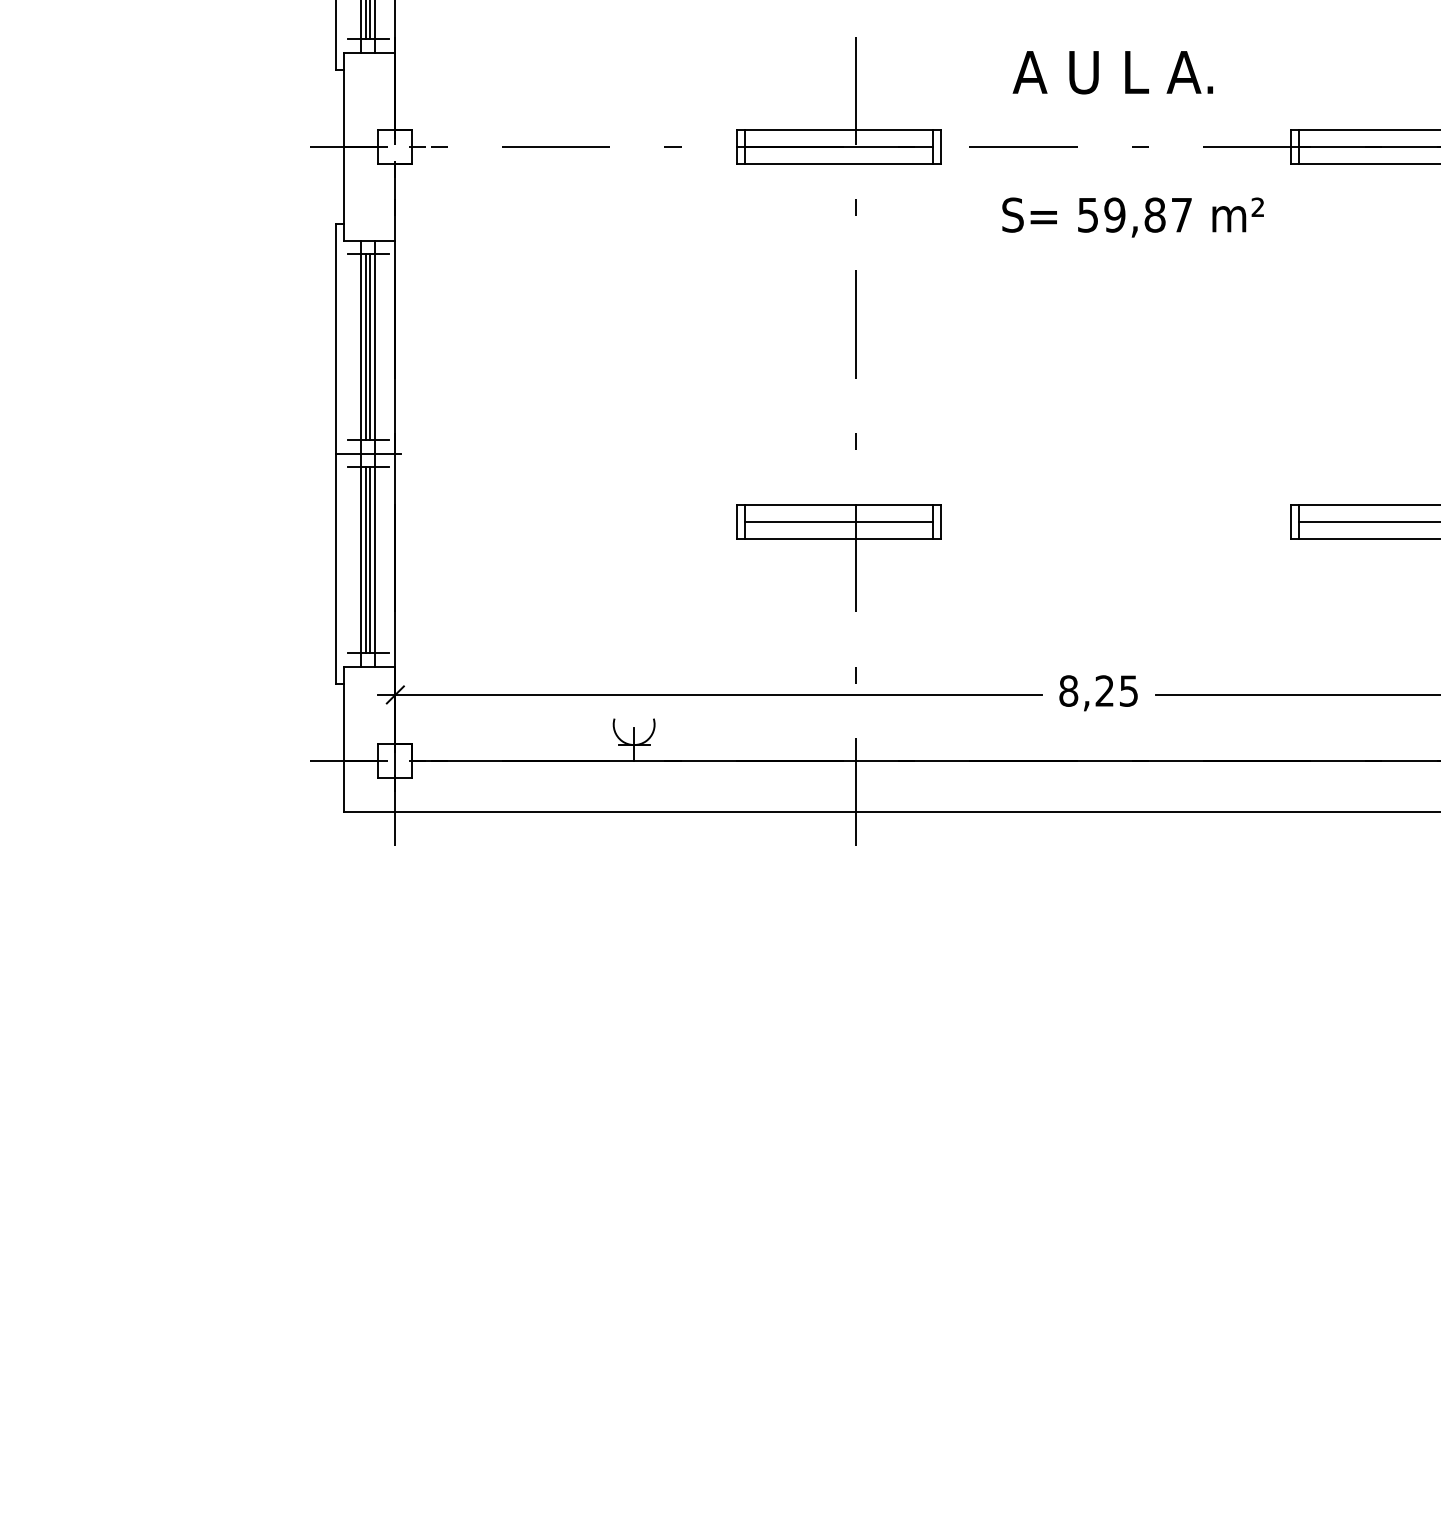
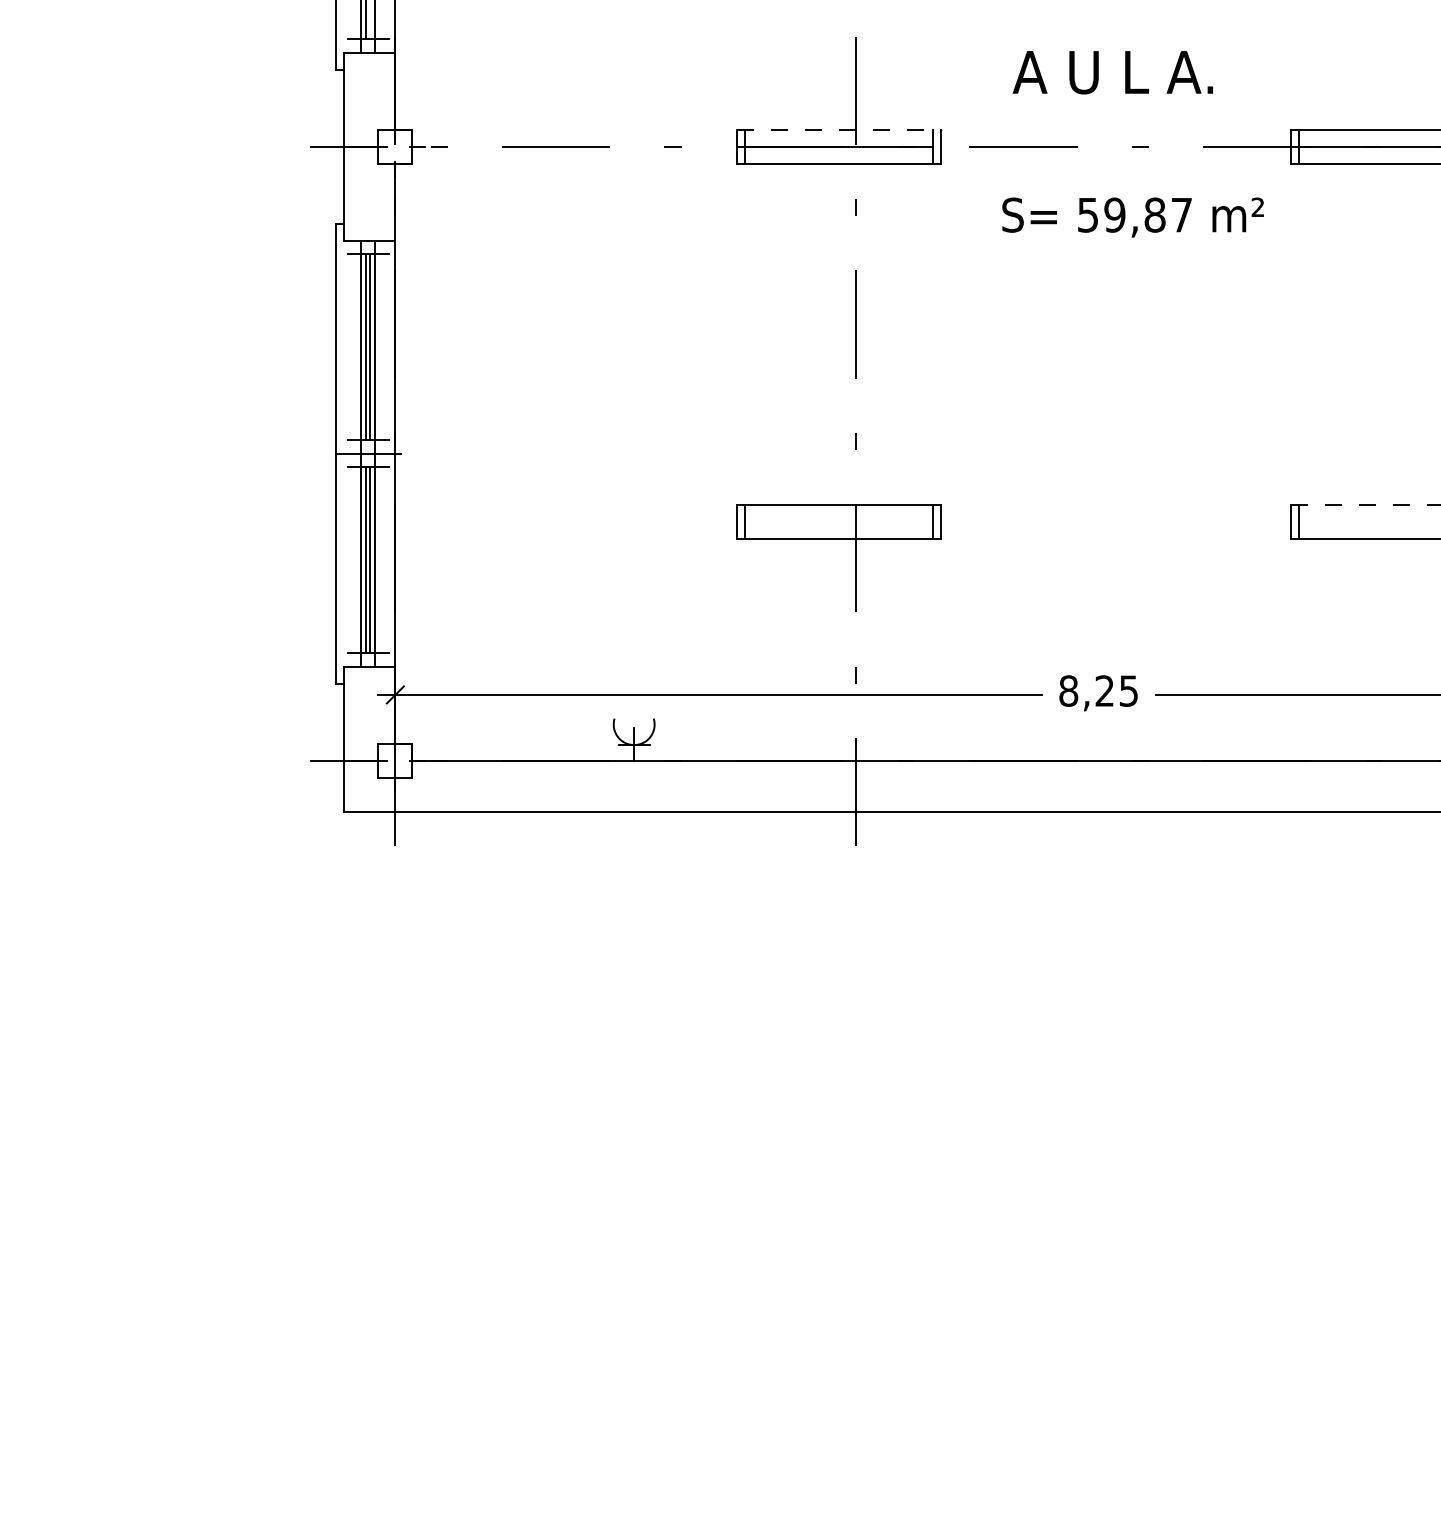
line at (369, 20): present -> none
line at (839, 129): solid -> dashed
line at (1365, 504): solid -> dashed
line at (838, 521): present -> none
line at (1368, 521): present -> none
